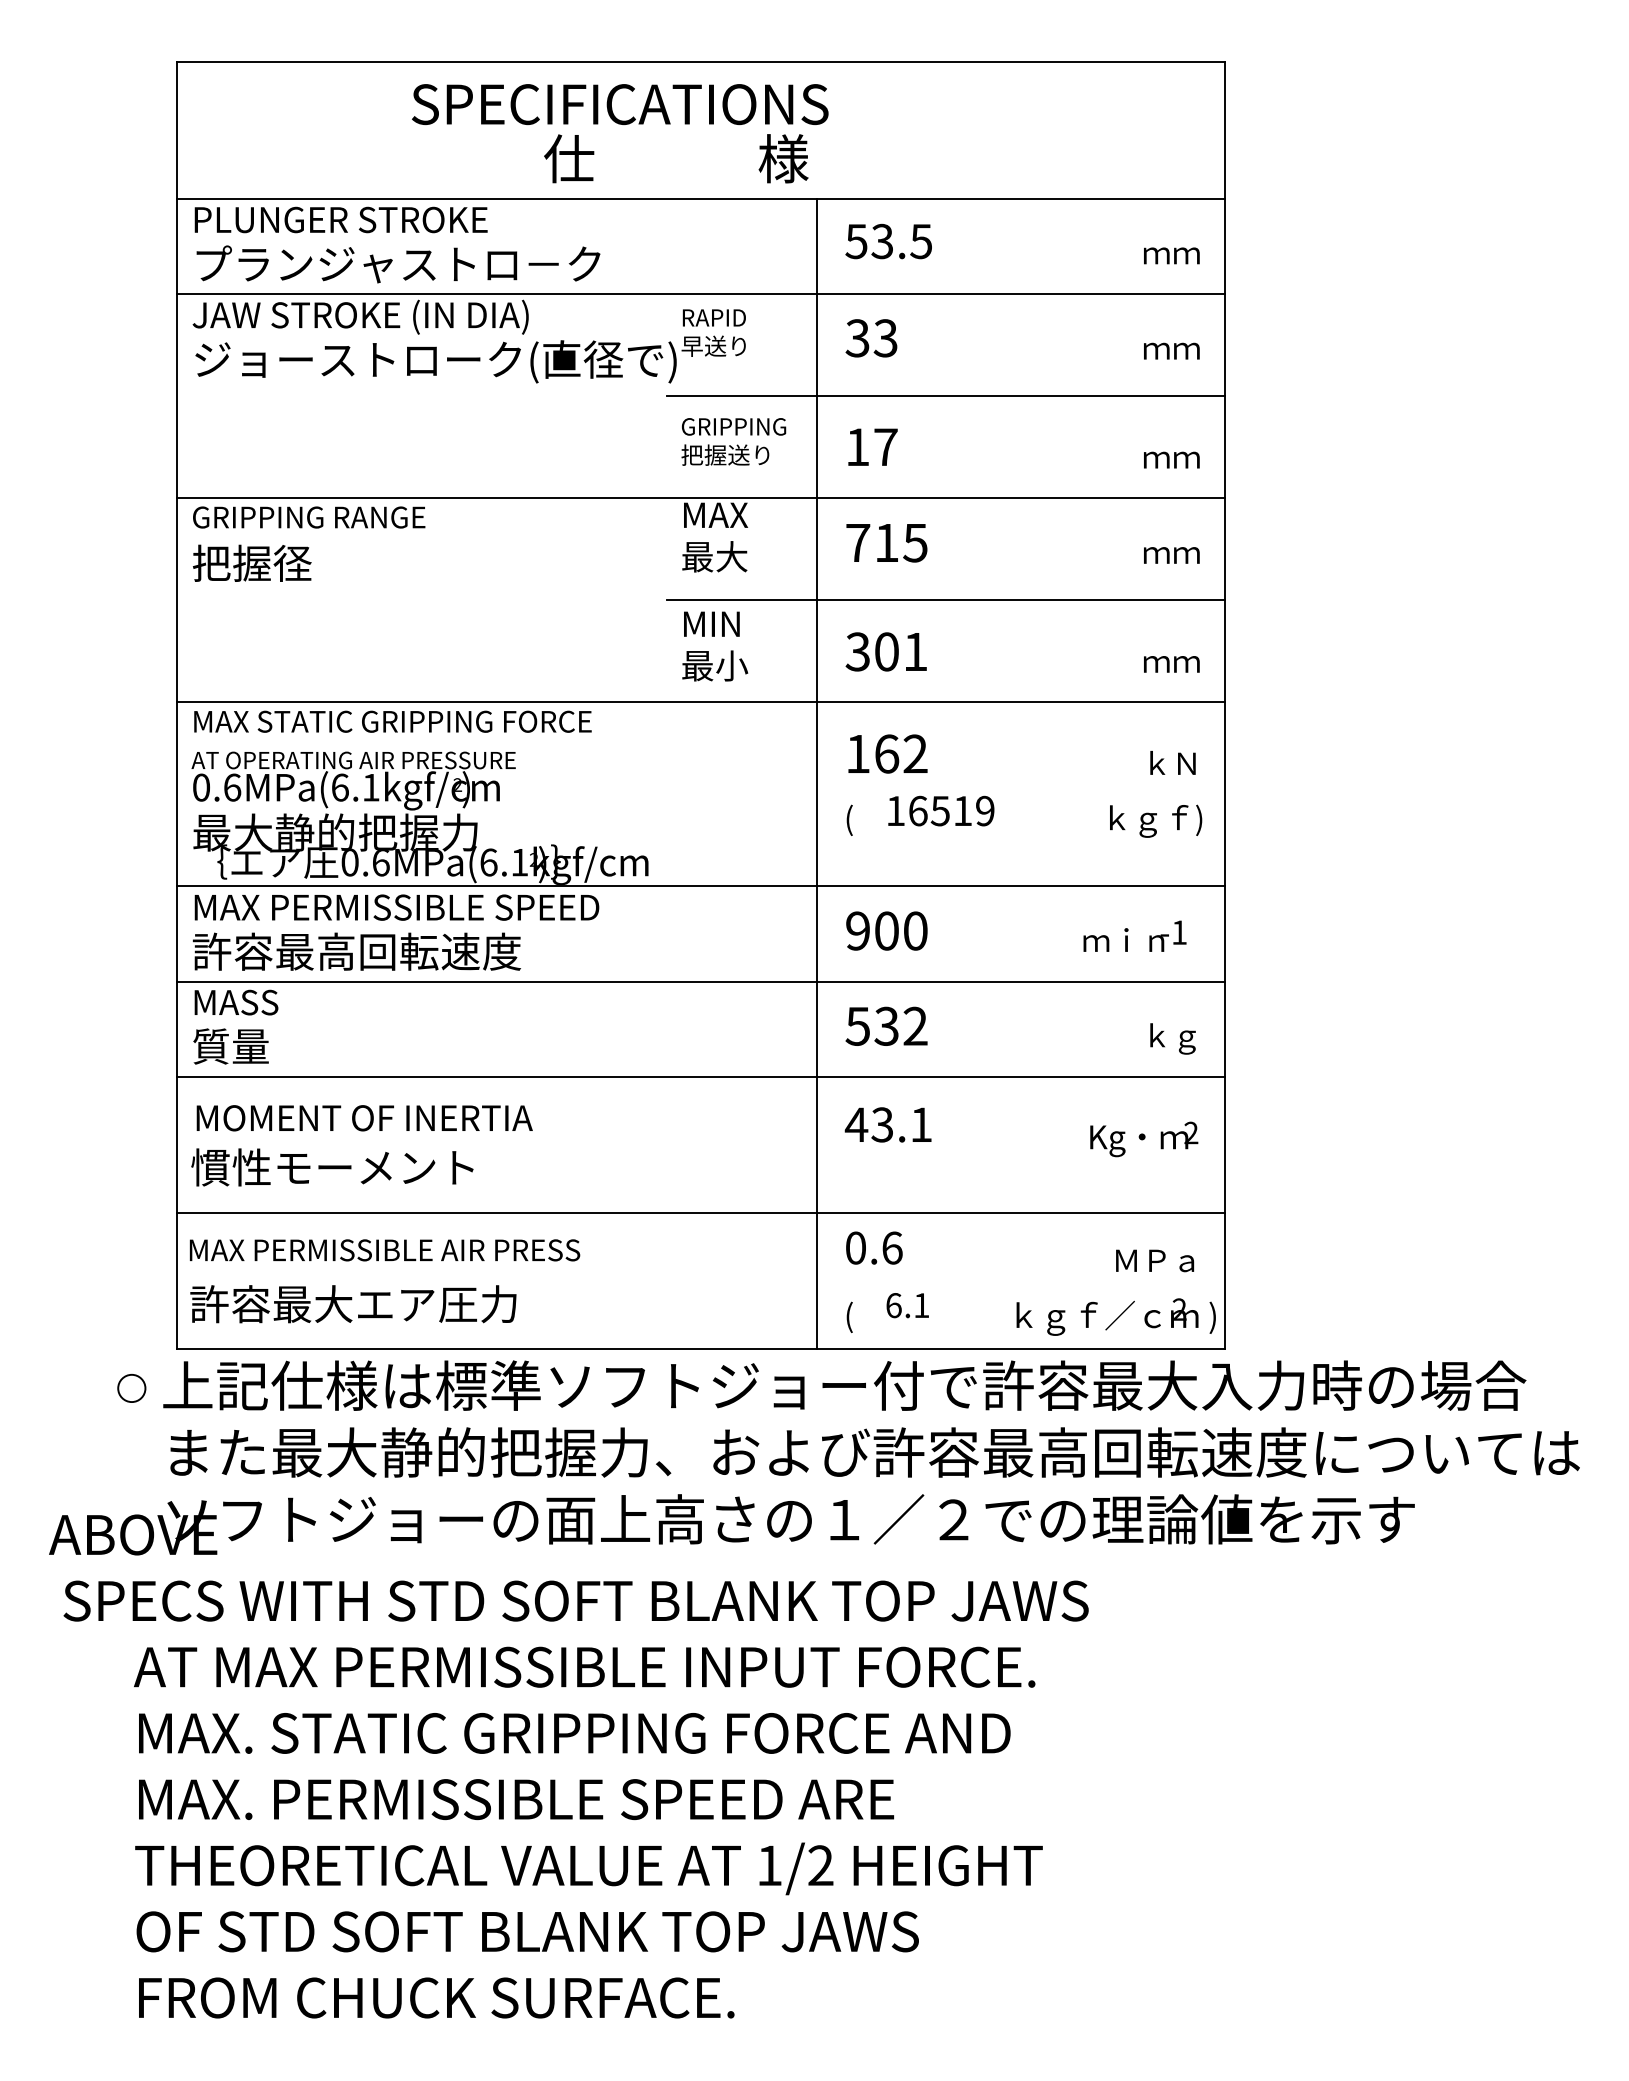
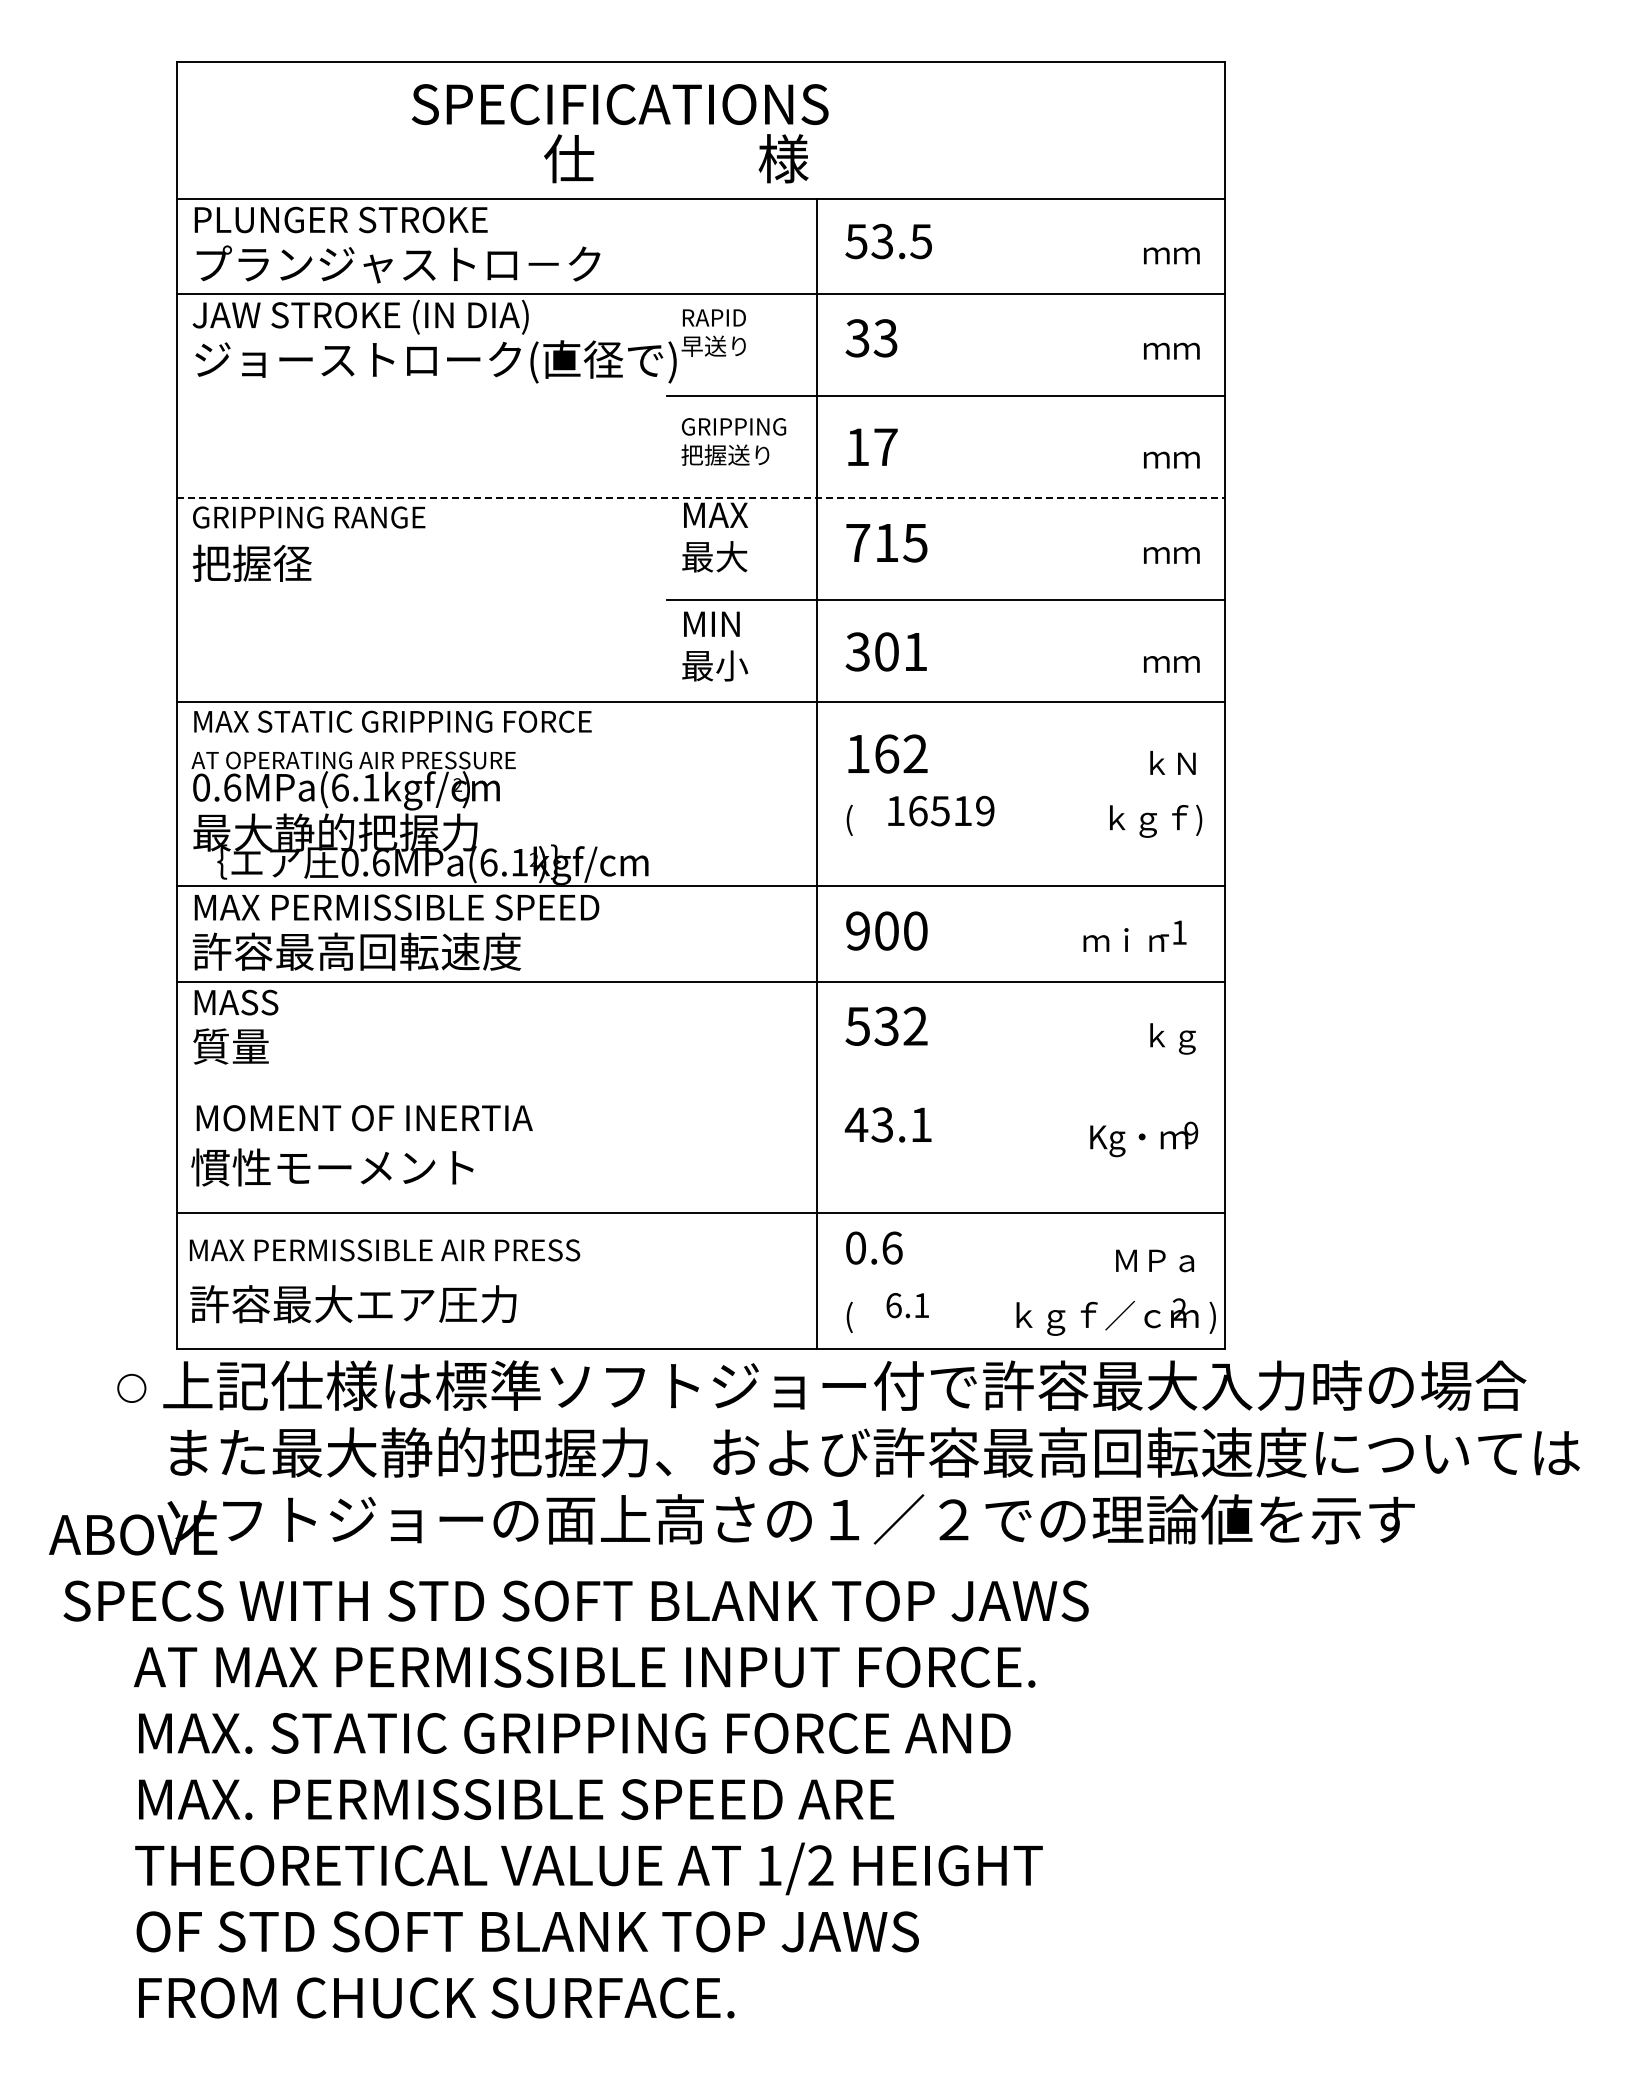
line at (701, 498): solid -> dashed
line at (700, 1076): present -> none
text at (1191, 1133): 2 -> 9
